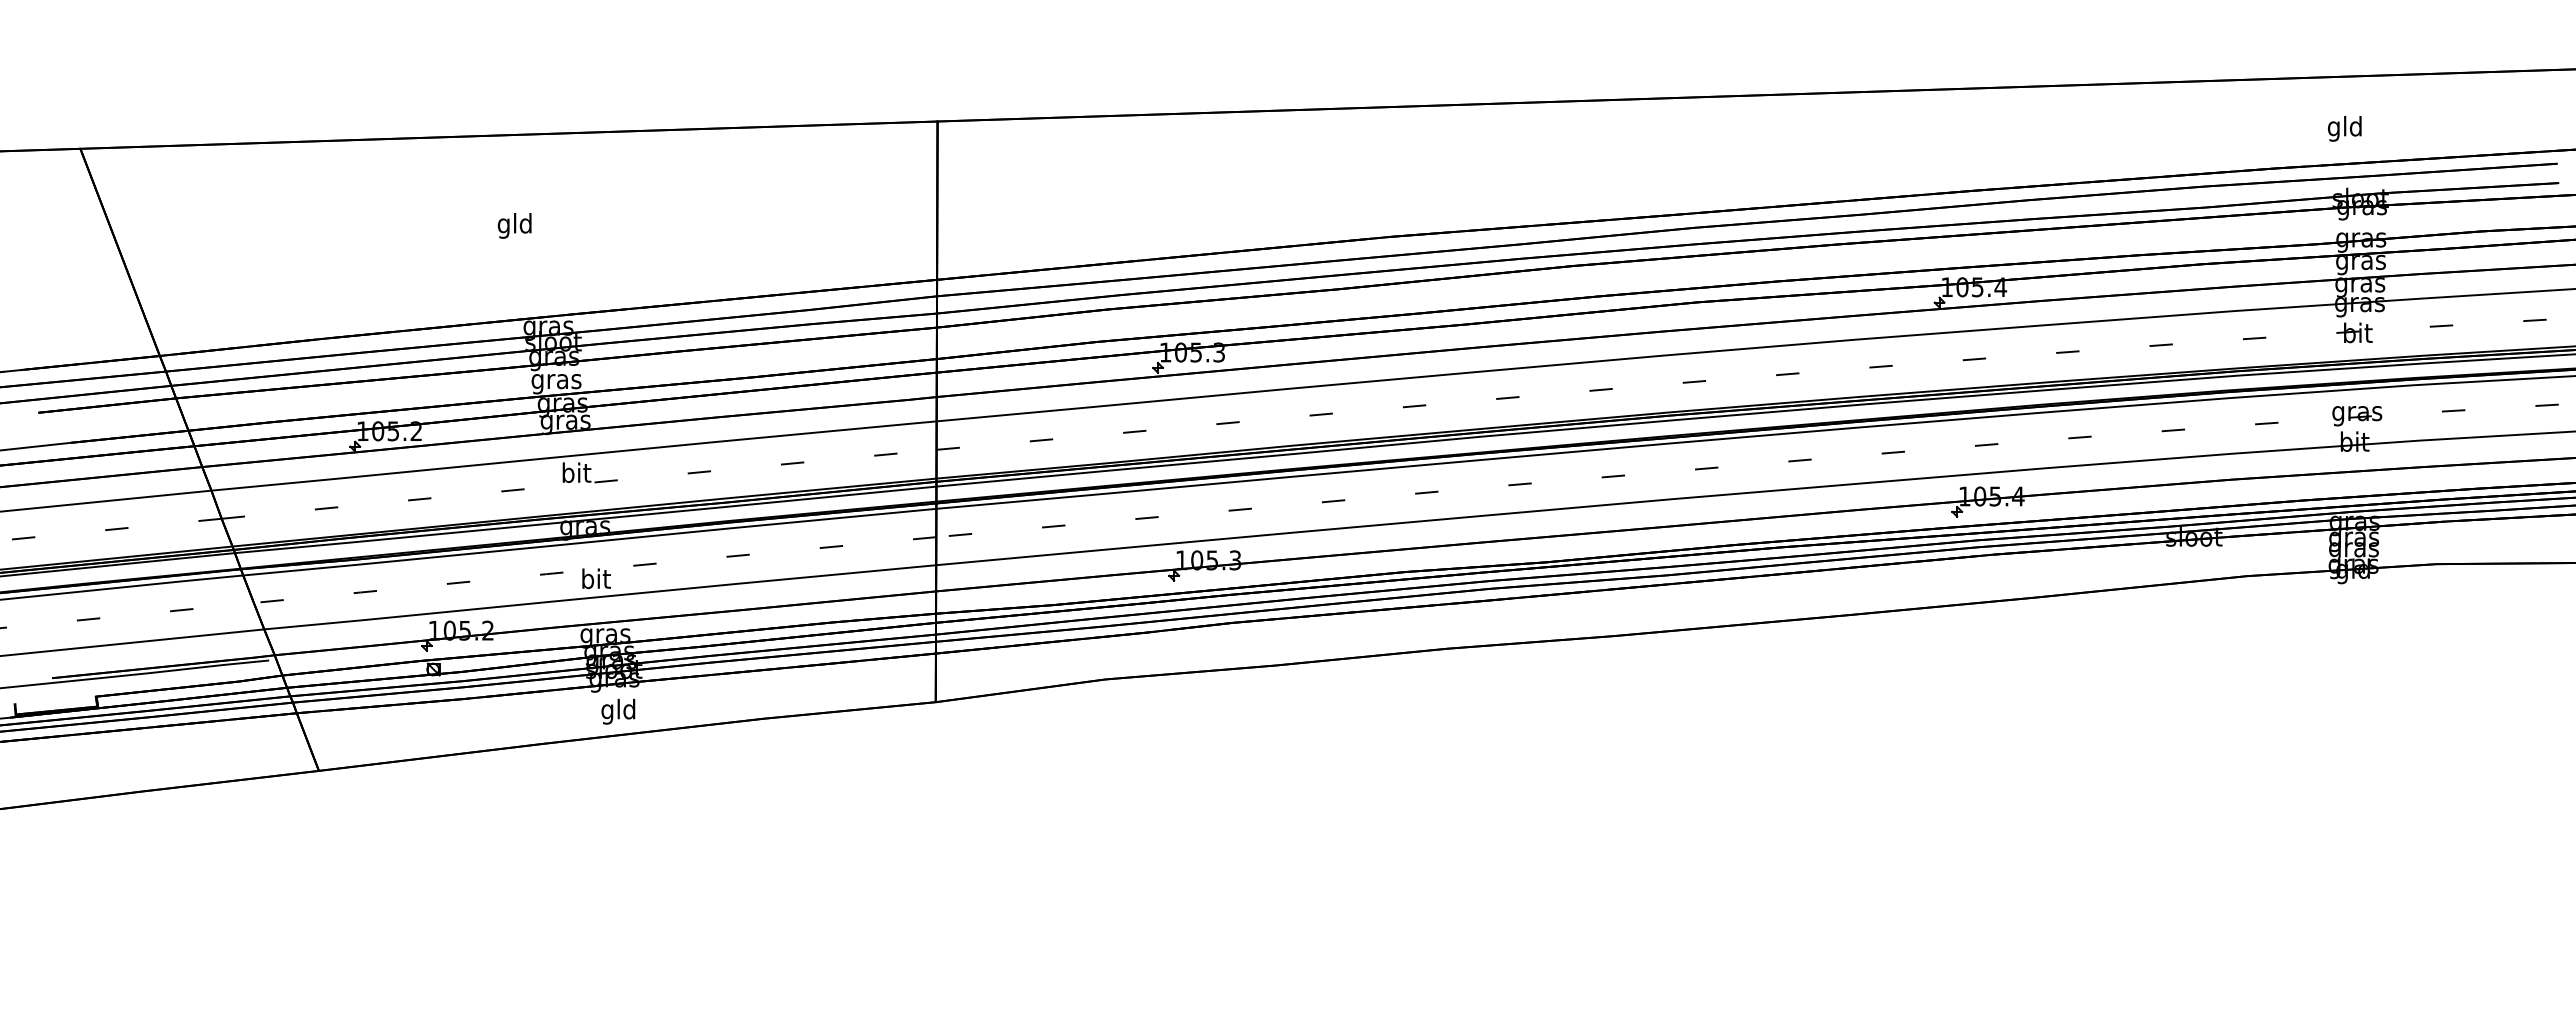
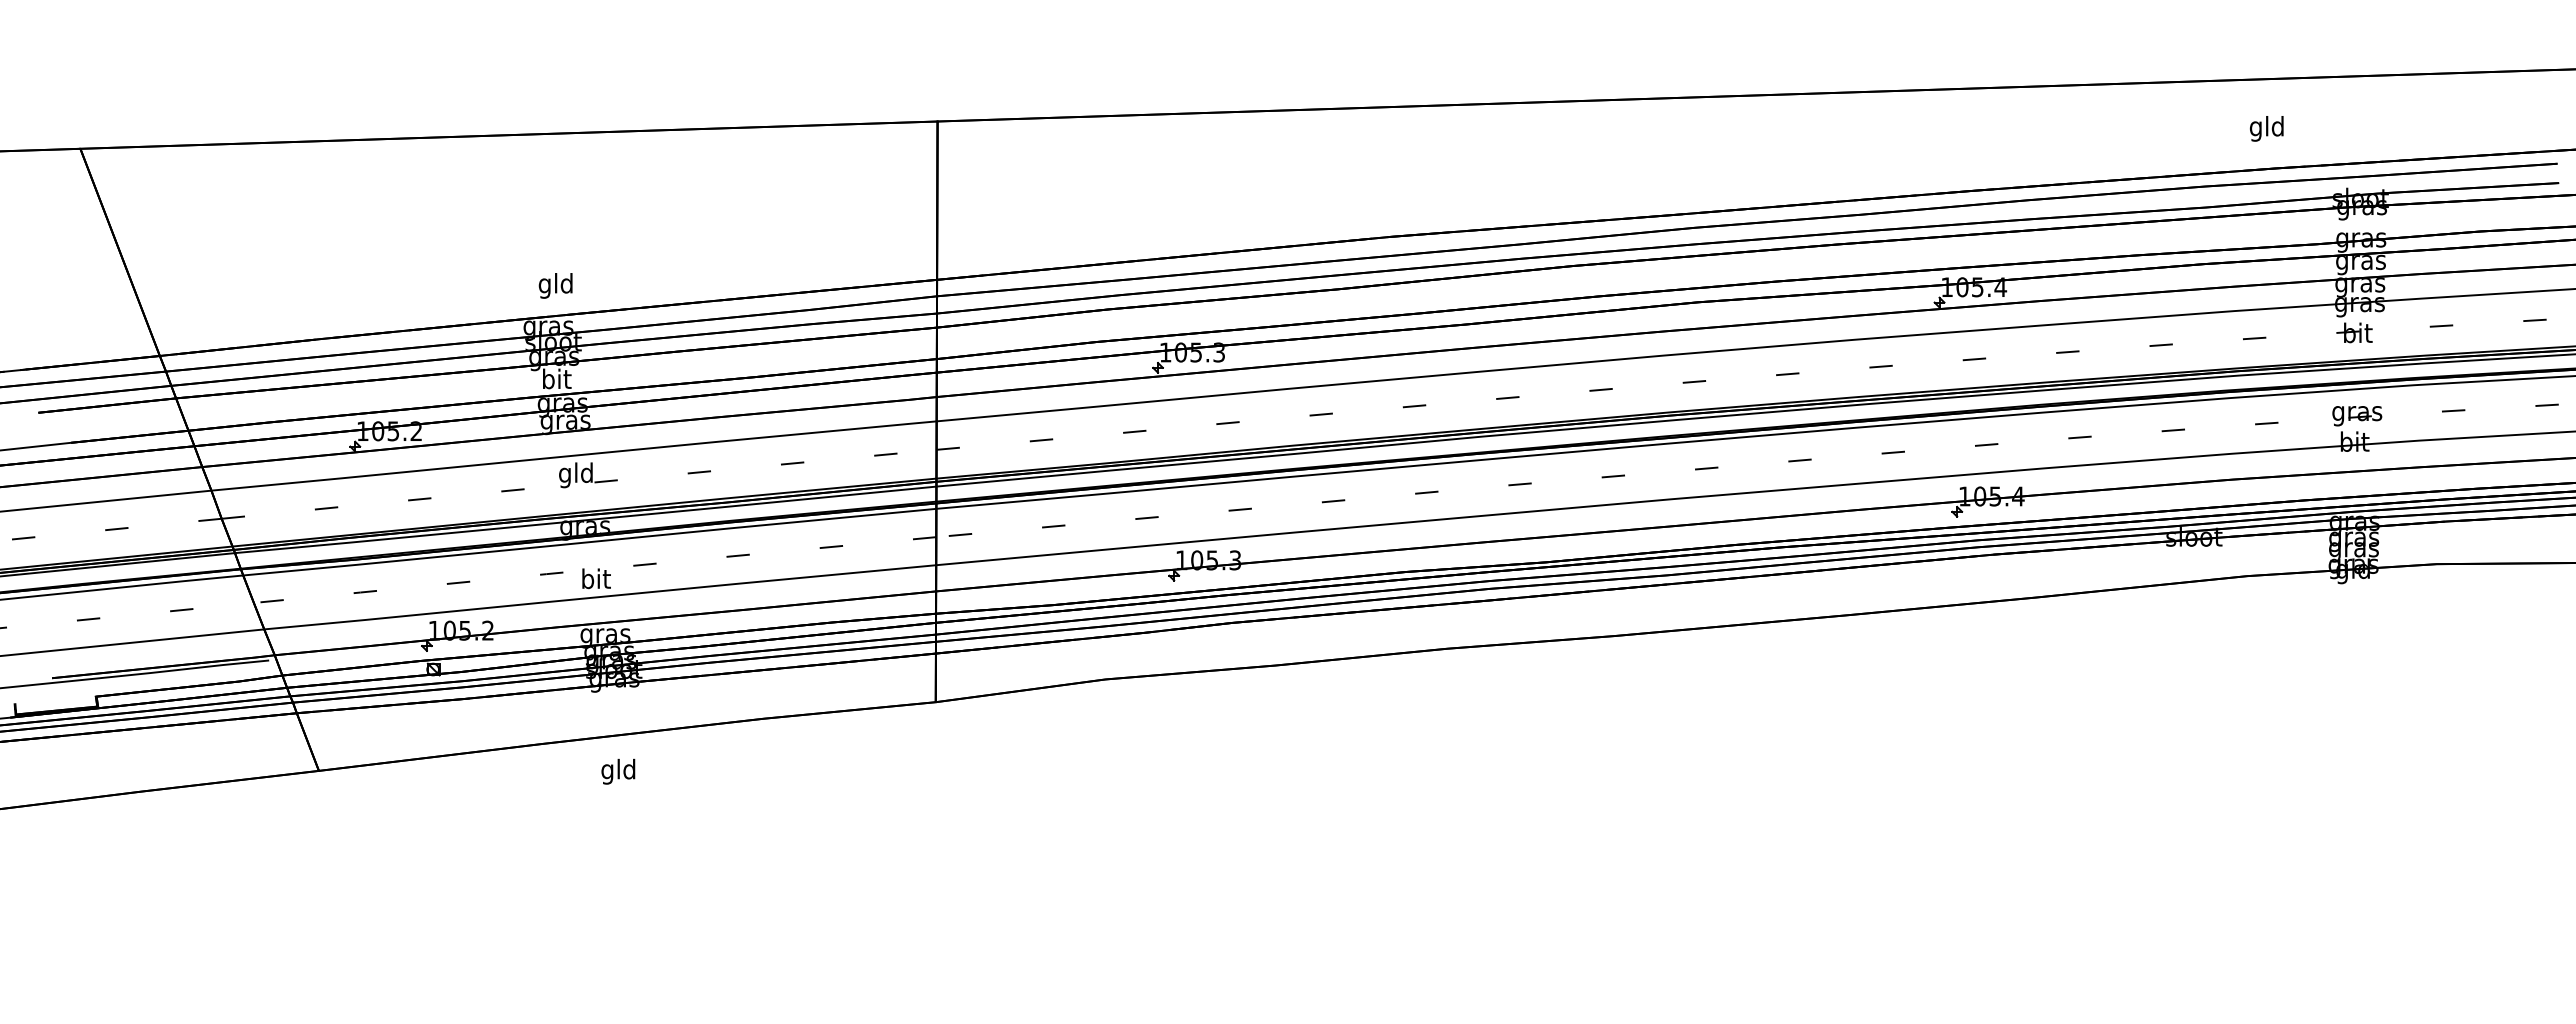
text at (2344, 128) position: (2344, 128) -> (2266, 128)
text at (514, 225) position: (514, 225) -> (555, 285)
text at (556, 381): gras -> bit
text at (575, 475): bit -> gld
text at (618, 711) position: (618, 711) -> (618, 771)
